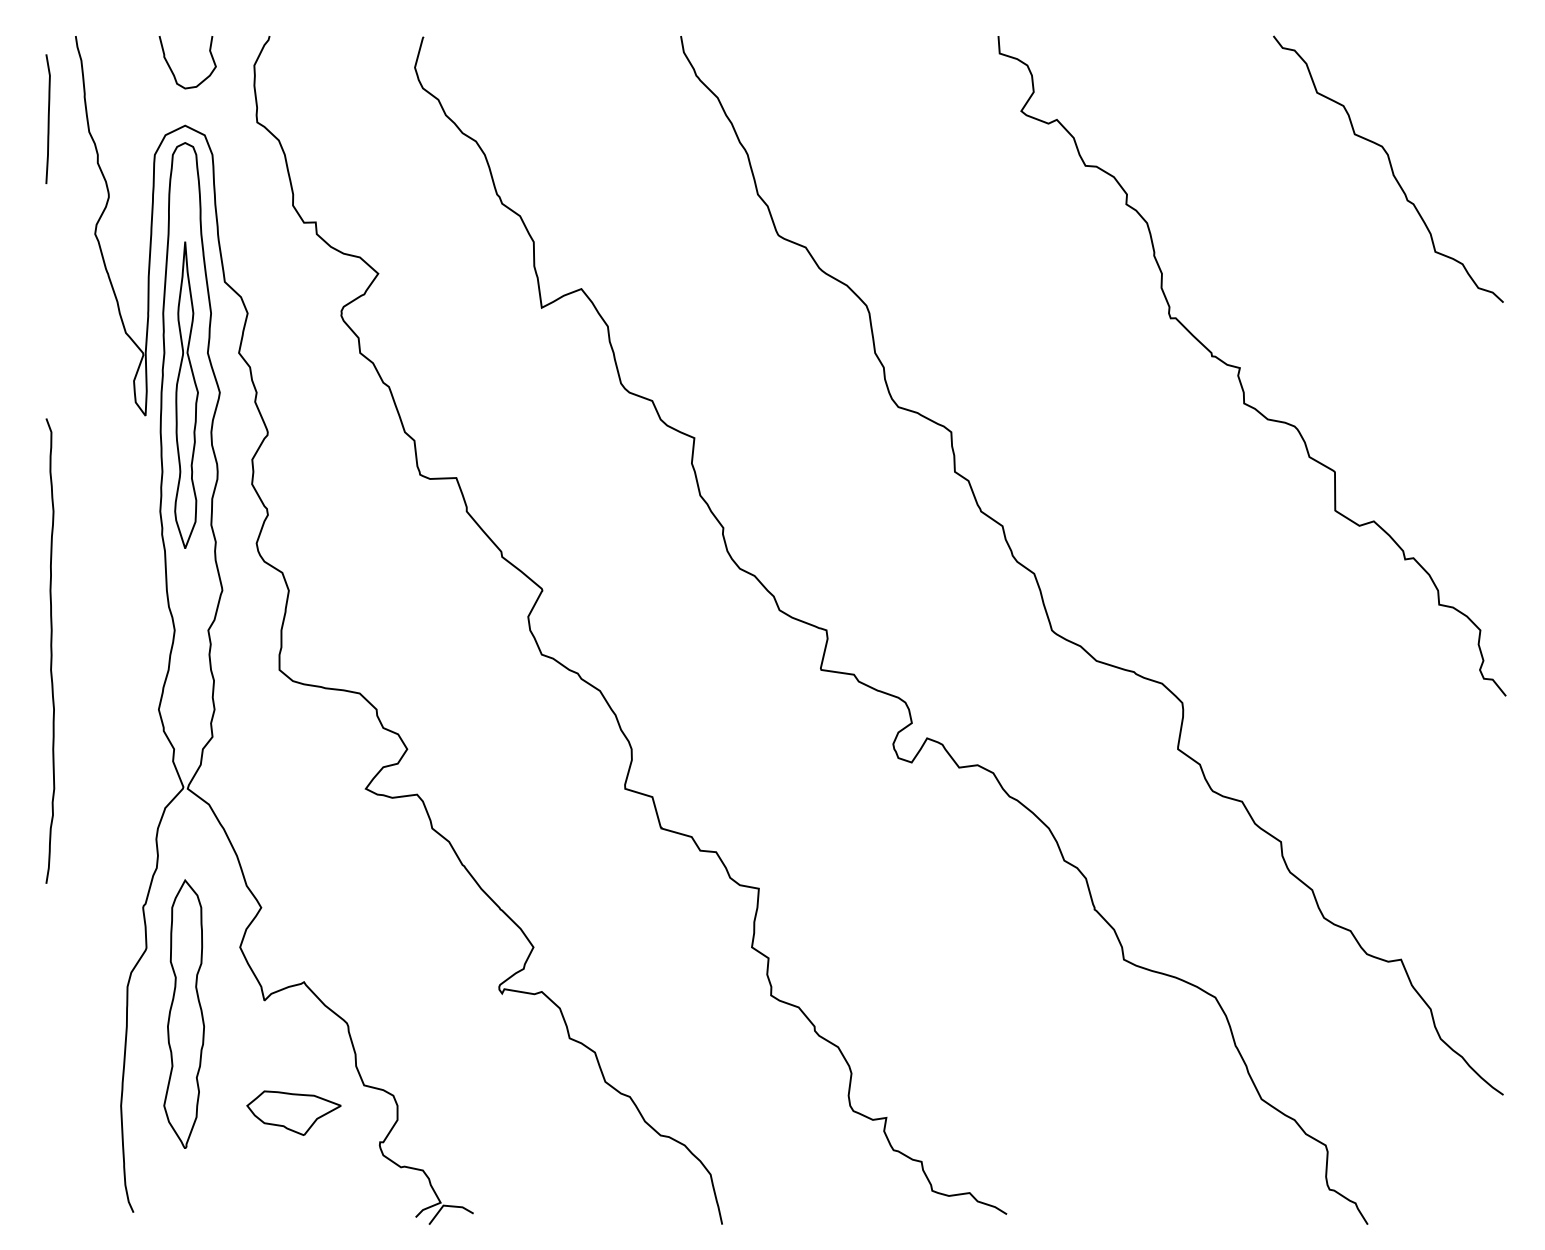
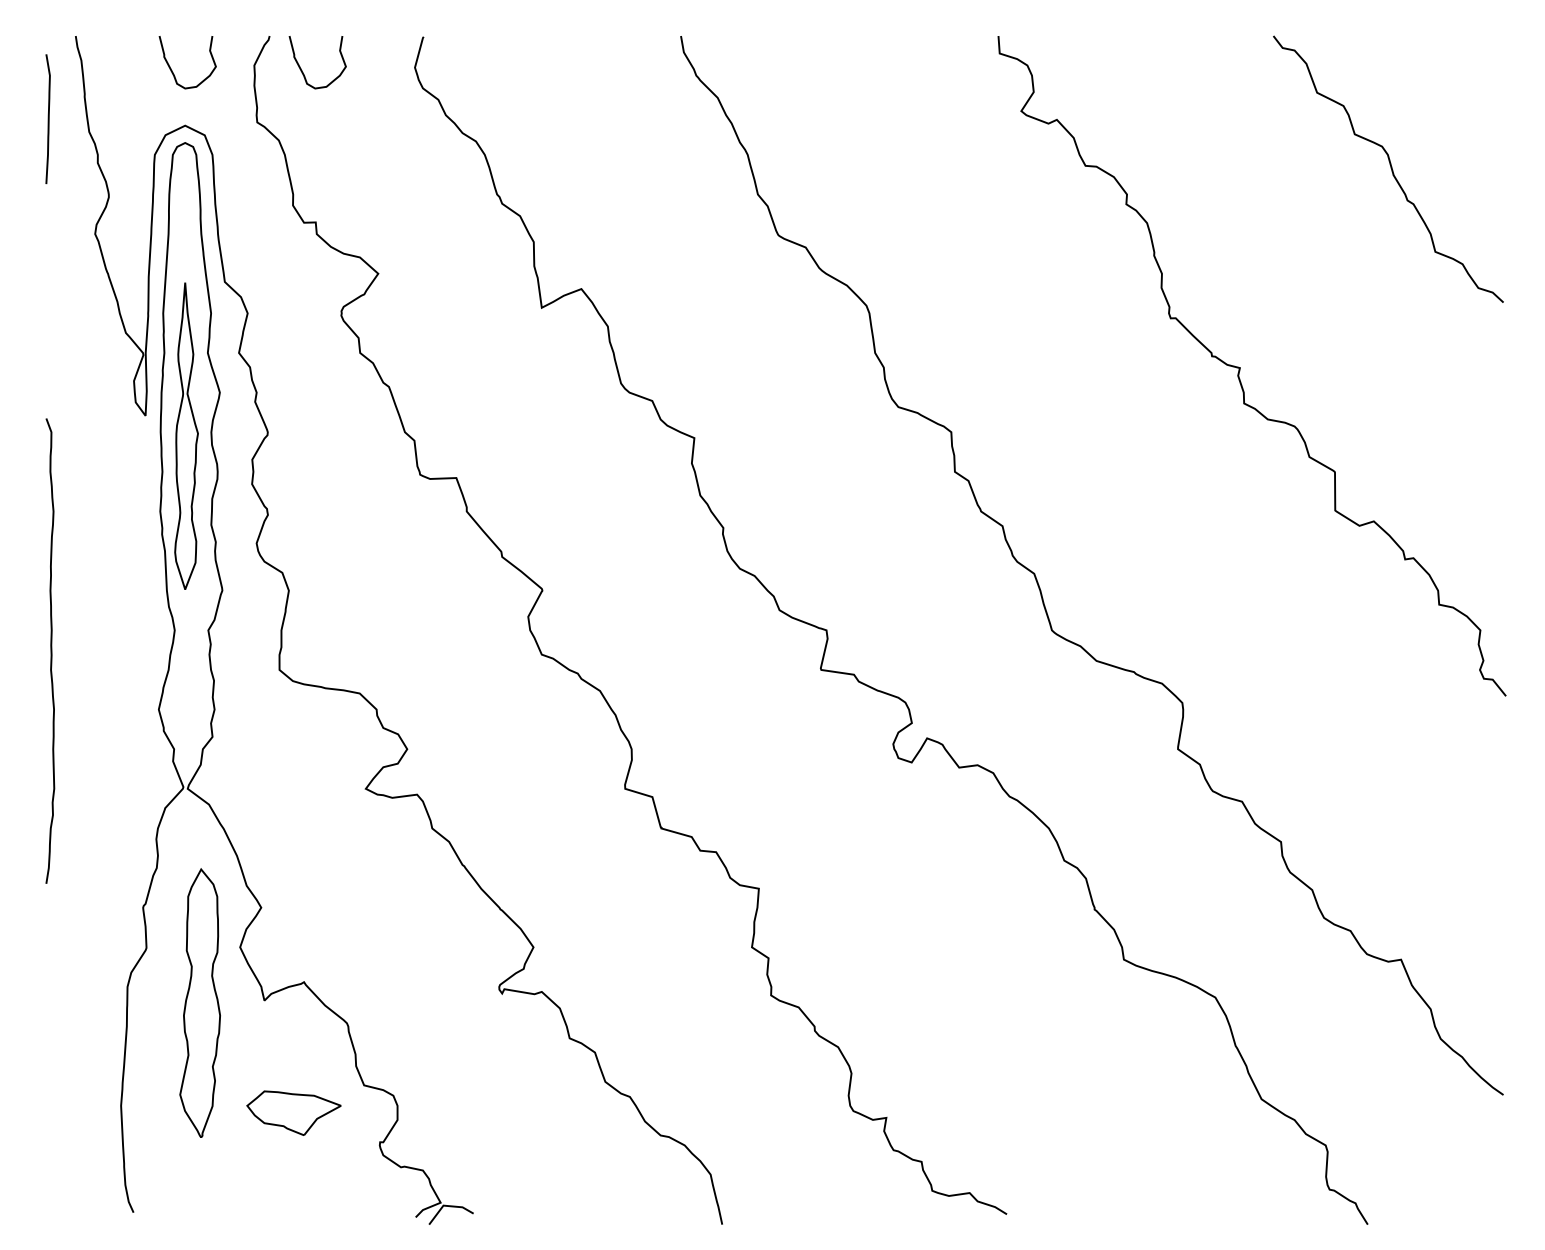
curve at (302, 70): none -> present
part at (186, 394) position: (186, 394) -> (186, 435)
part at (183, 1013) position: (183, 1013) -> (199, 1002)
